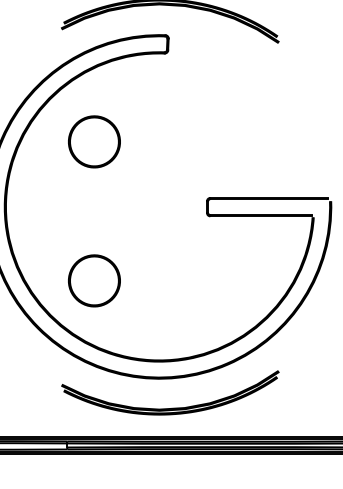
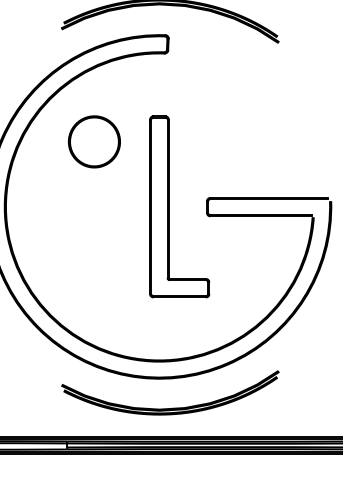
part at (169, 206): none -> present
part at (94, 280): present -> none
